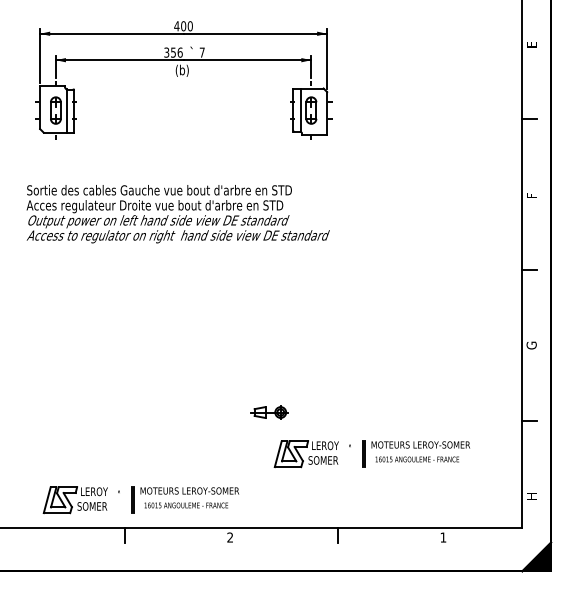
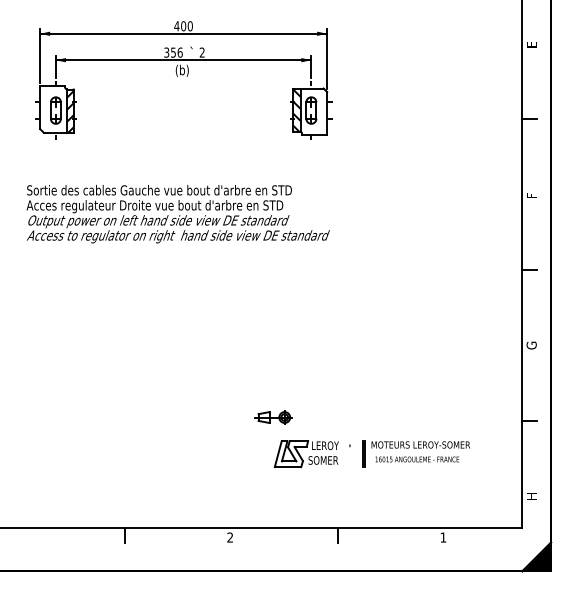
text at (201, 52): 7 -> 2
hatch at (296, 110): none -> present
hatch at (69, 111): none -> present
part at (269, 412) position: (269, 412) -> (273, 417)
part at (140, 500): present -> none
